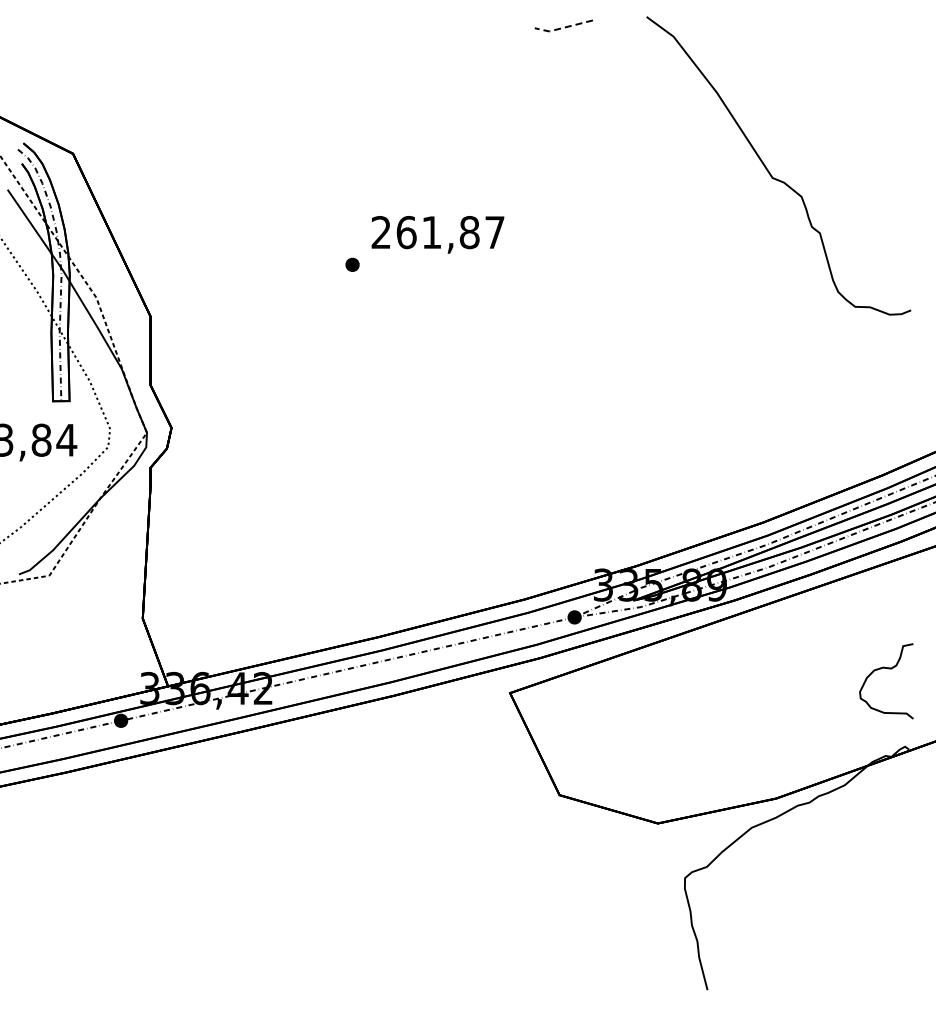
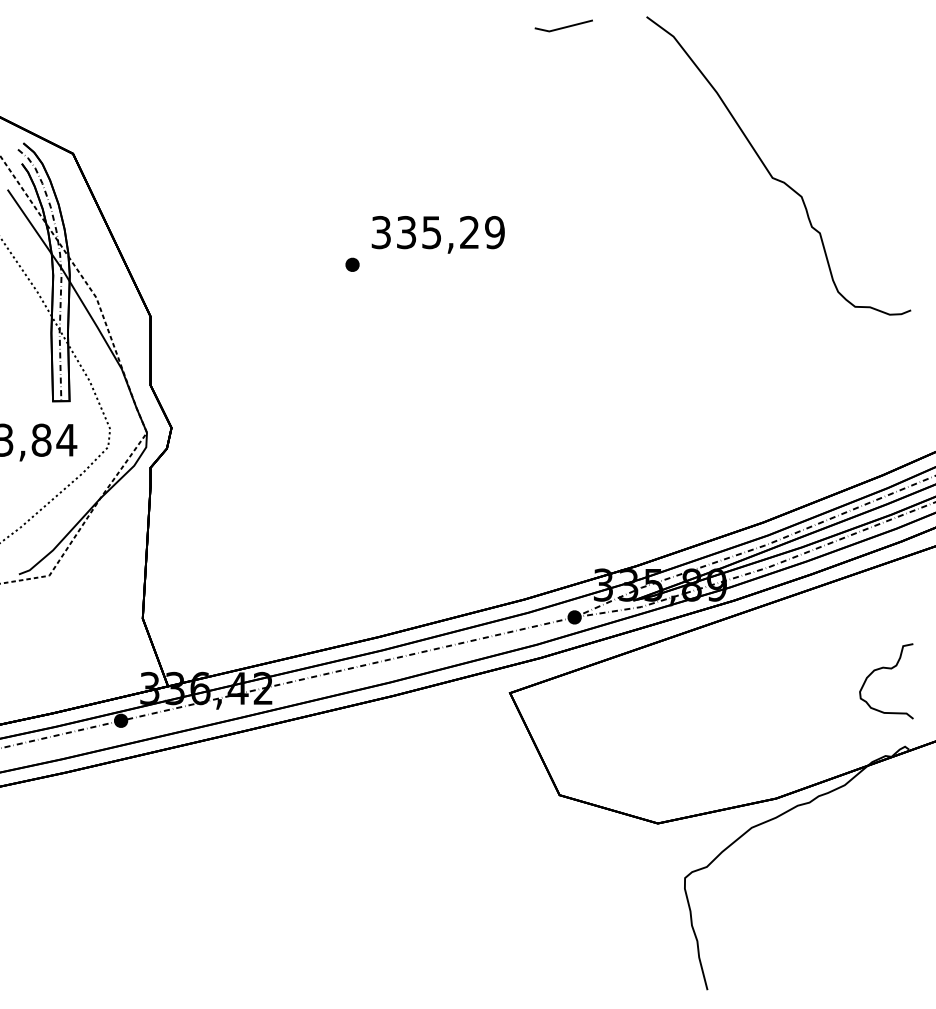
line at (562, 28): dashed -> solid
text at (437, 232): 261,87 -> 335,29
